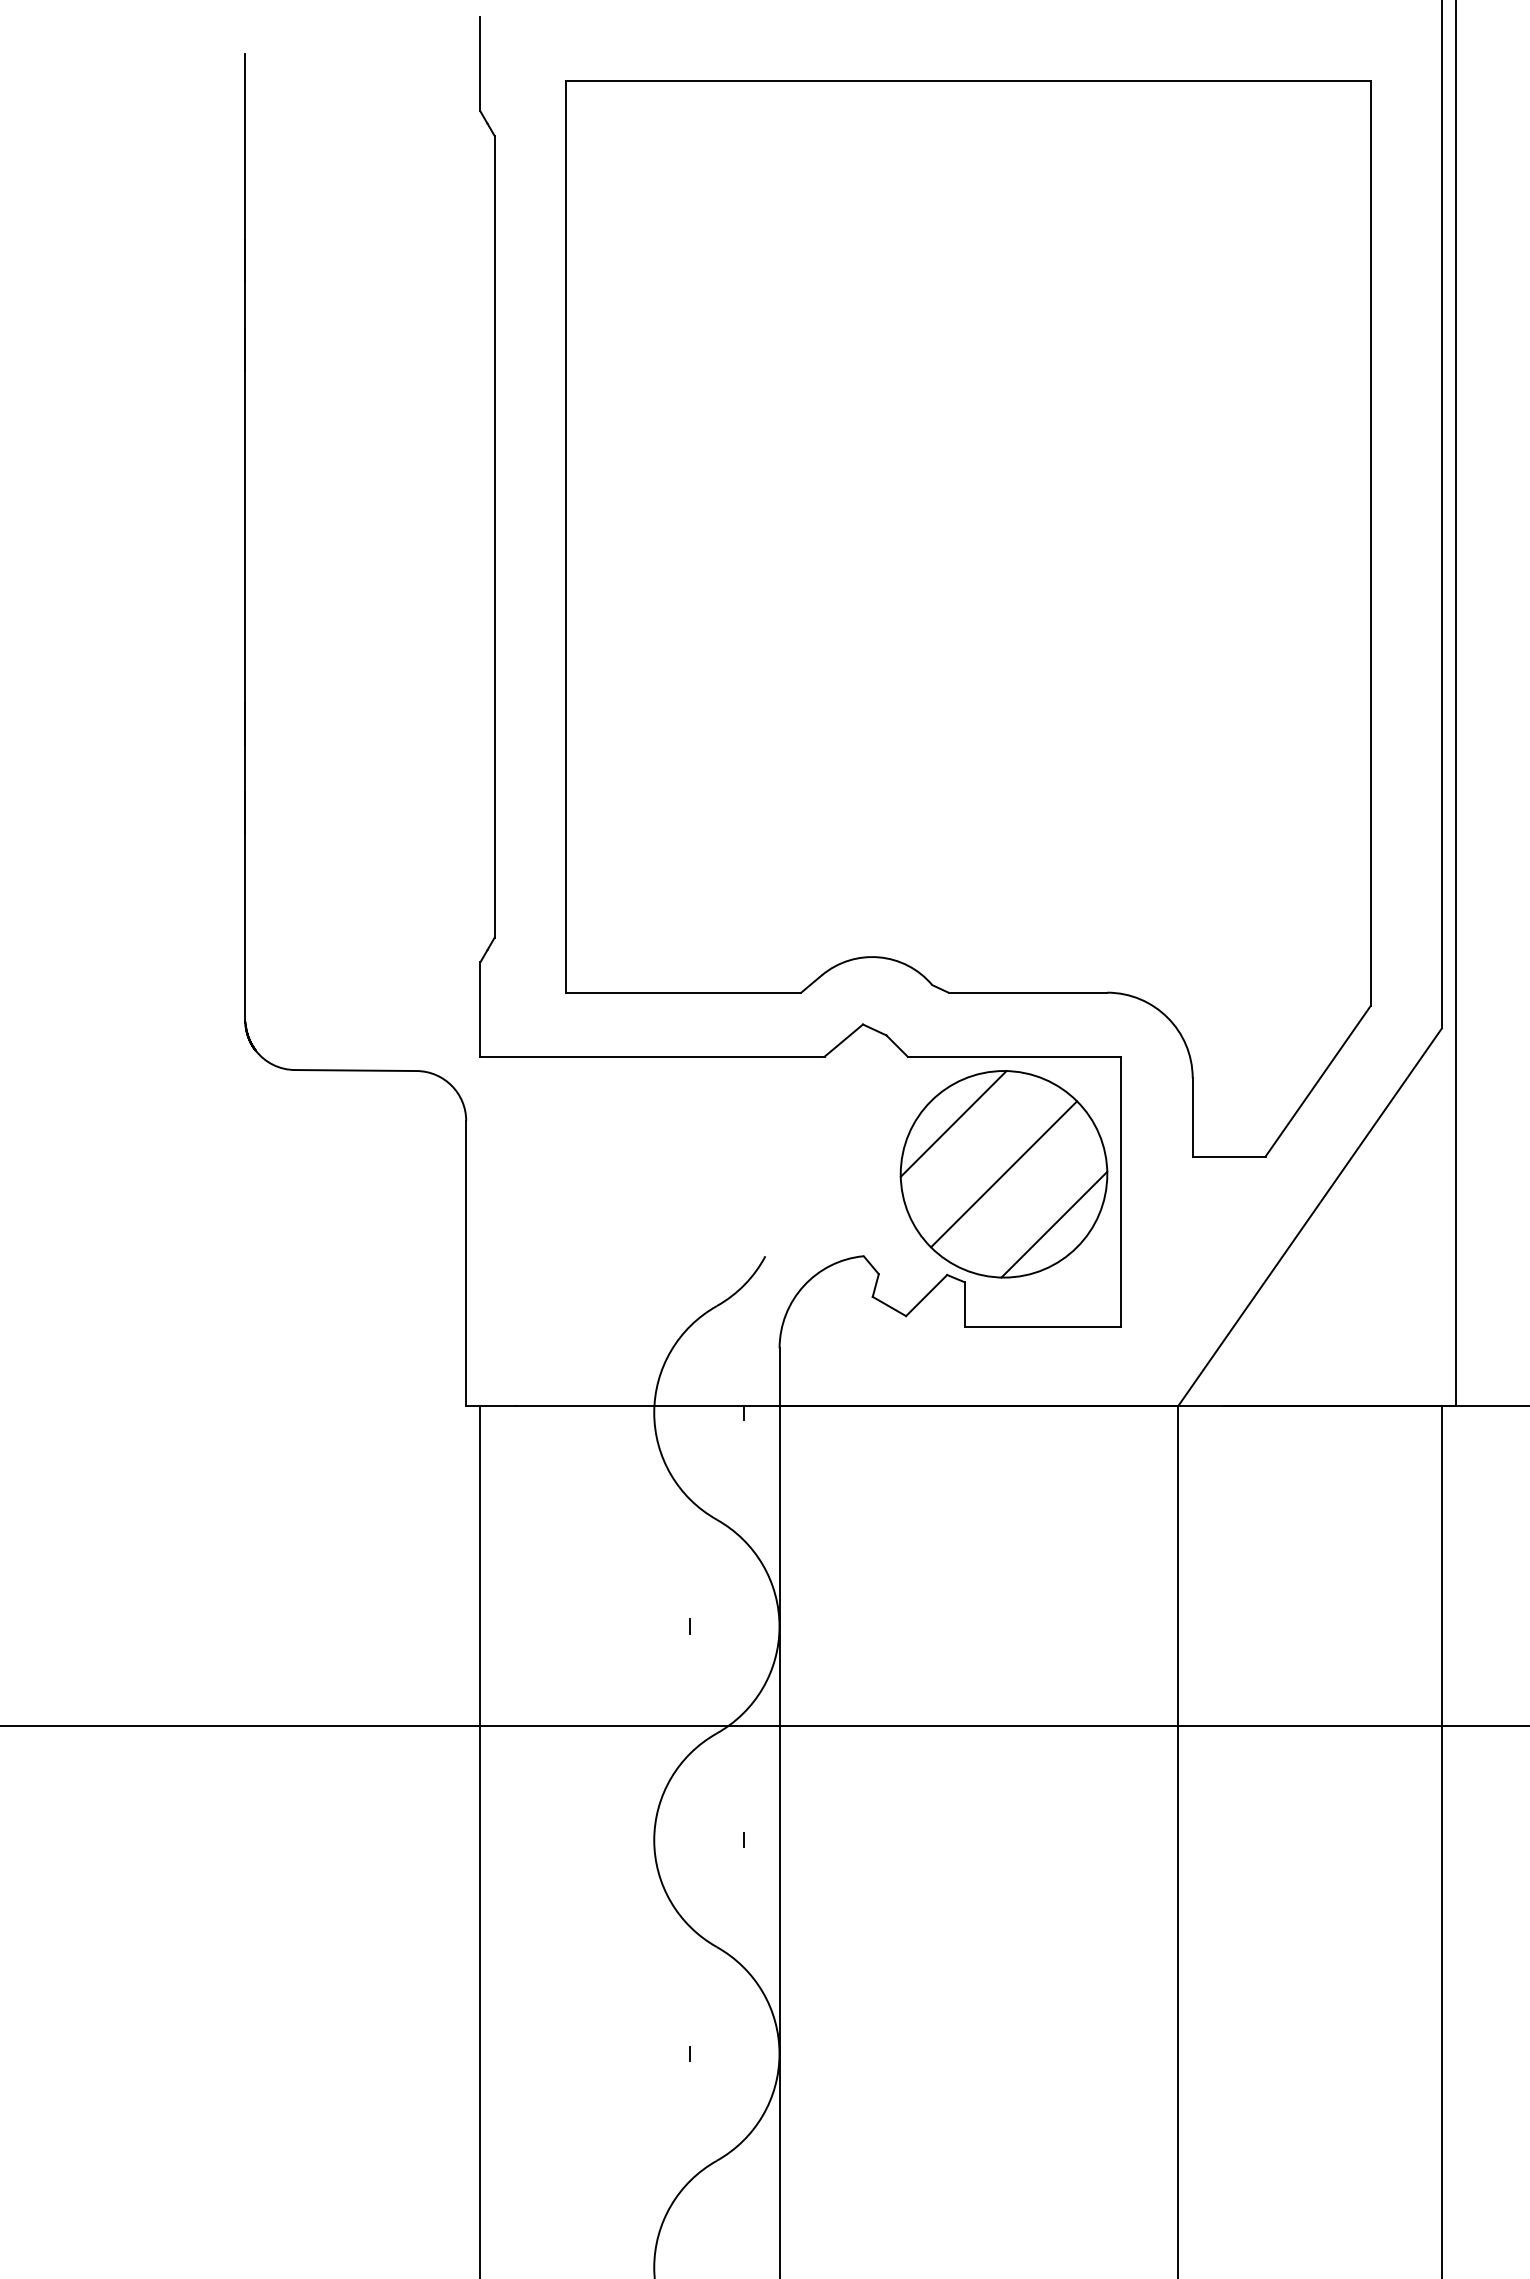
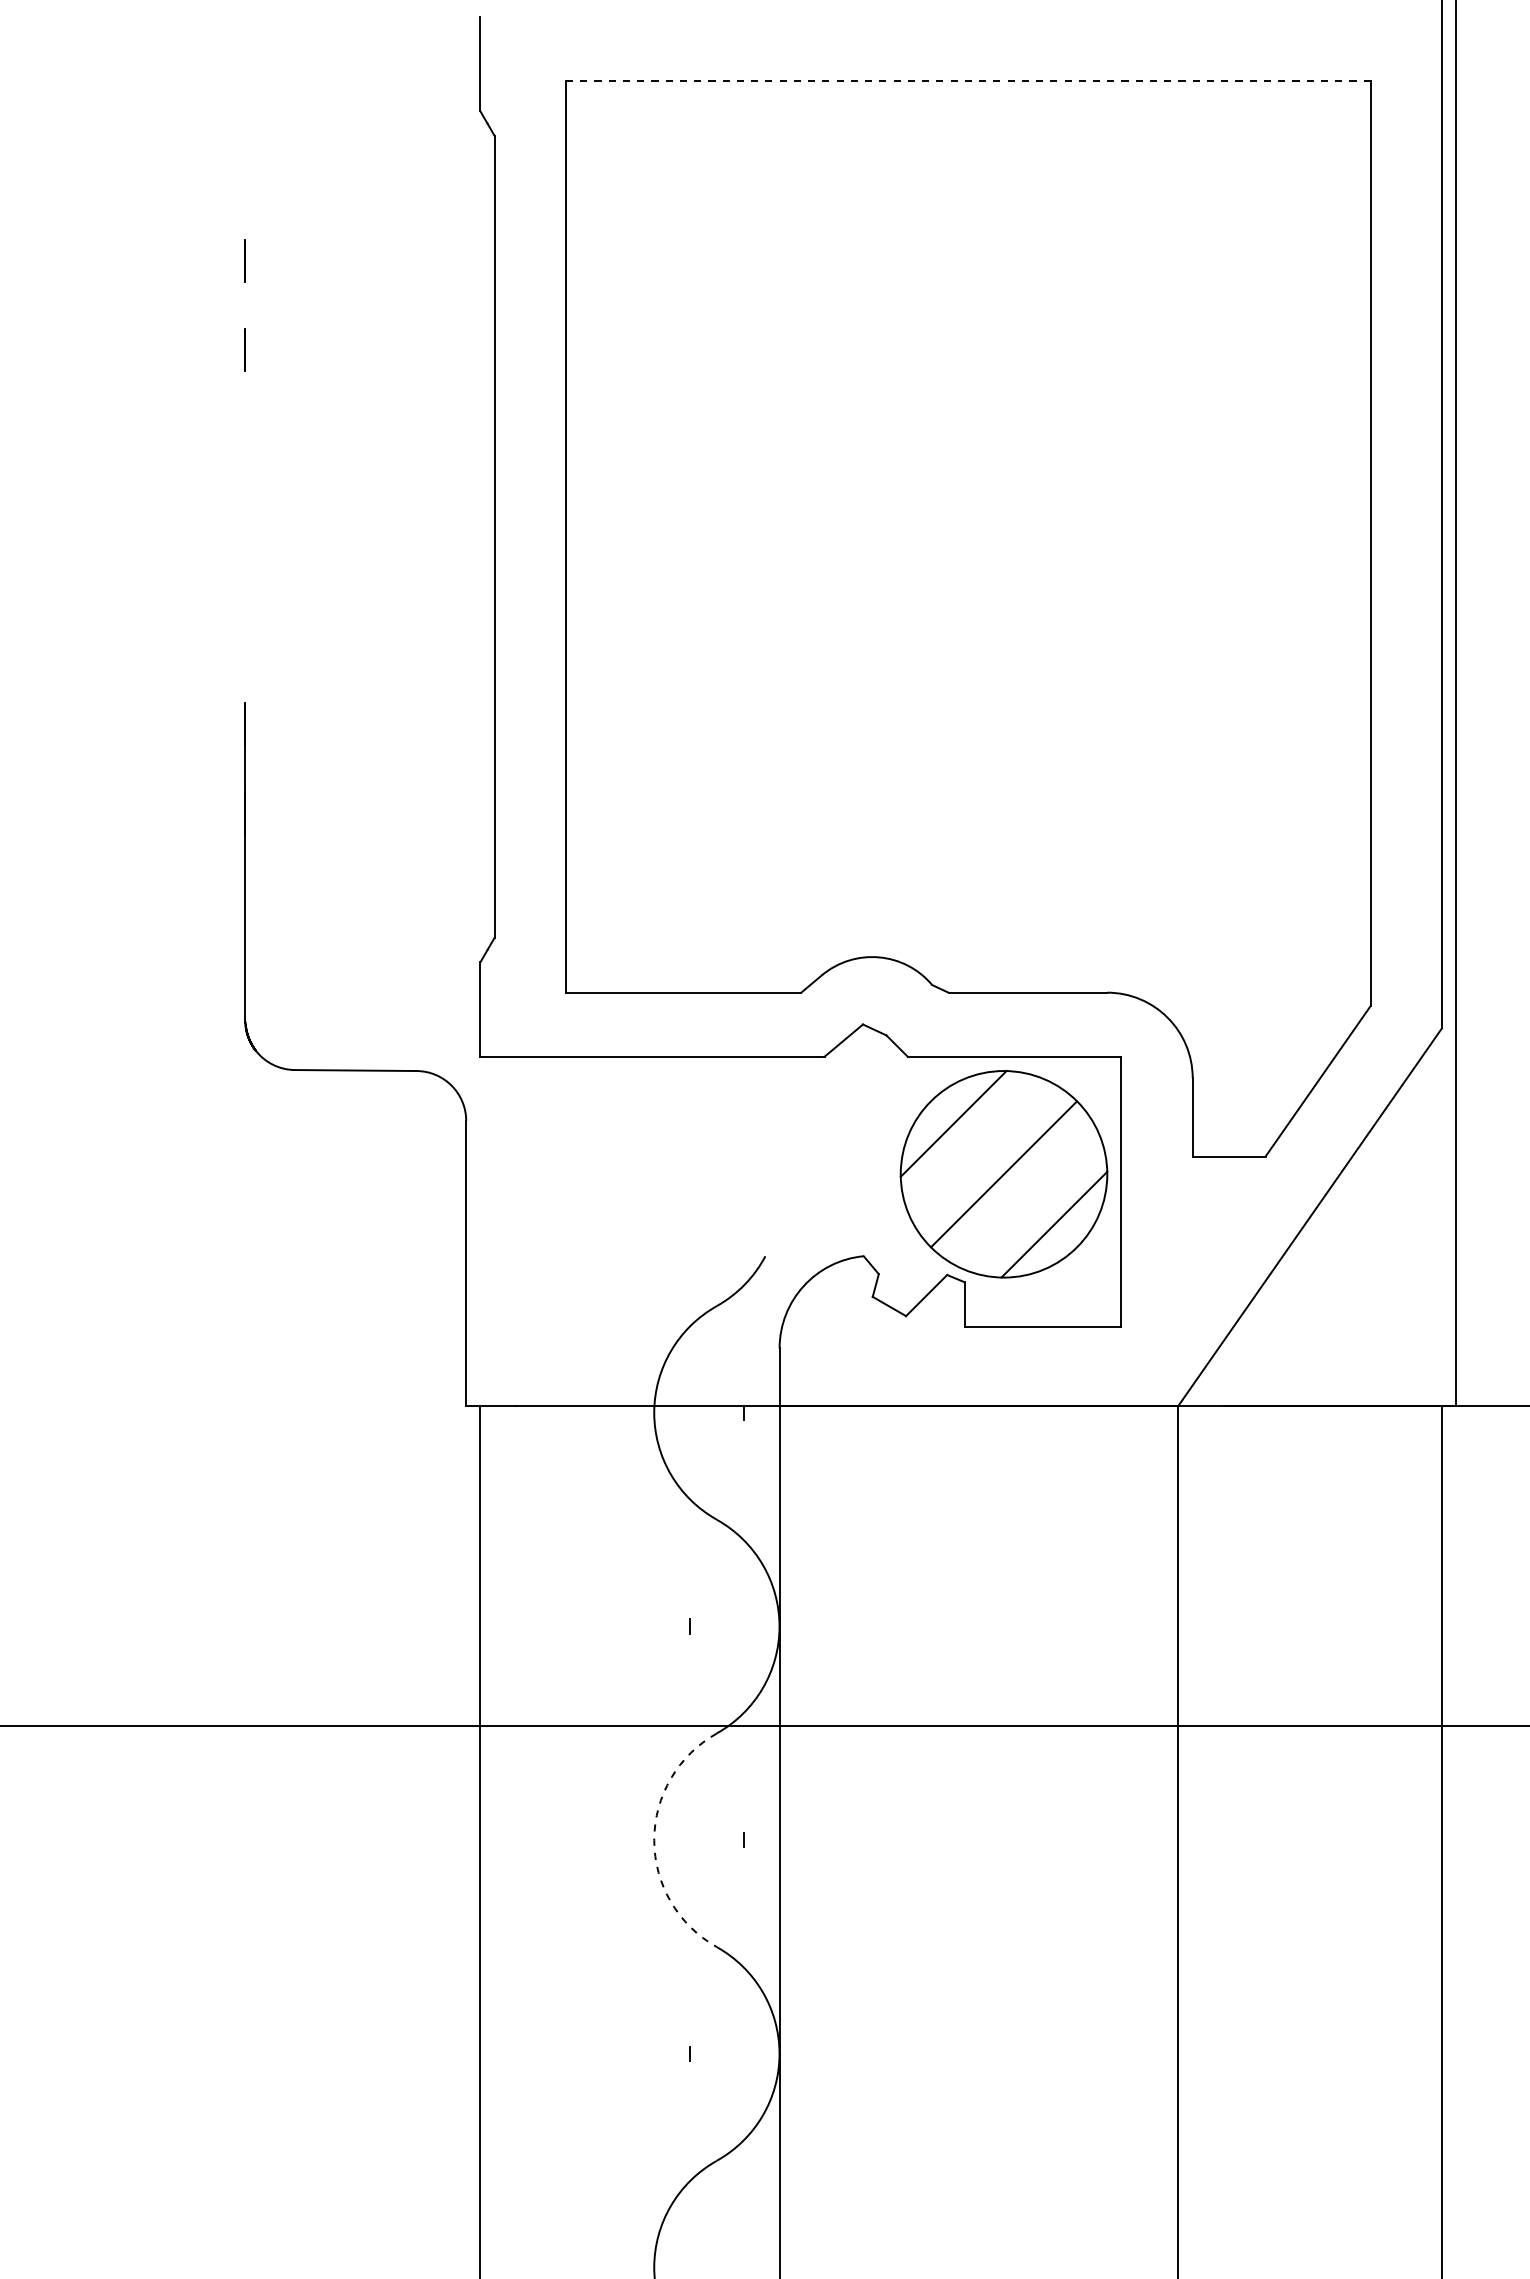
line at (967, 81): solid -> dashed
line at (245, 146): present -> none
line at (245, 305): present -> none
line at (245, 536): present -> none
arc at (654, 1840): solid -> dashed
